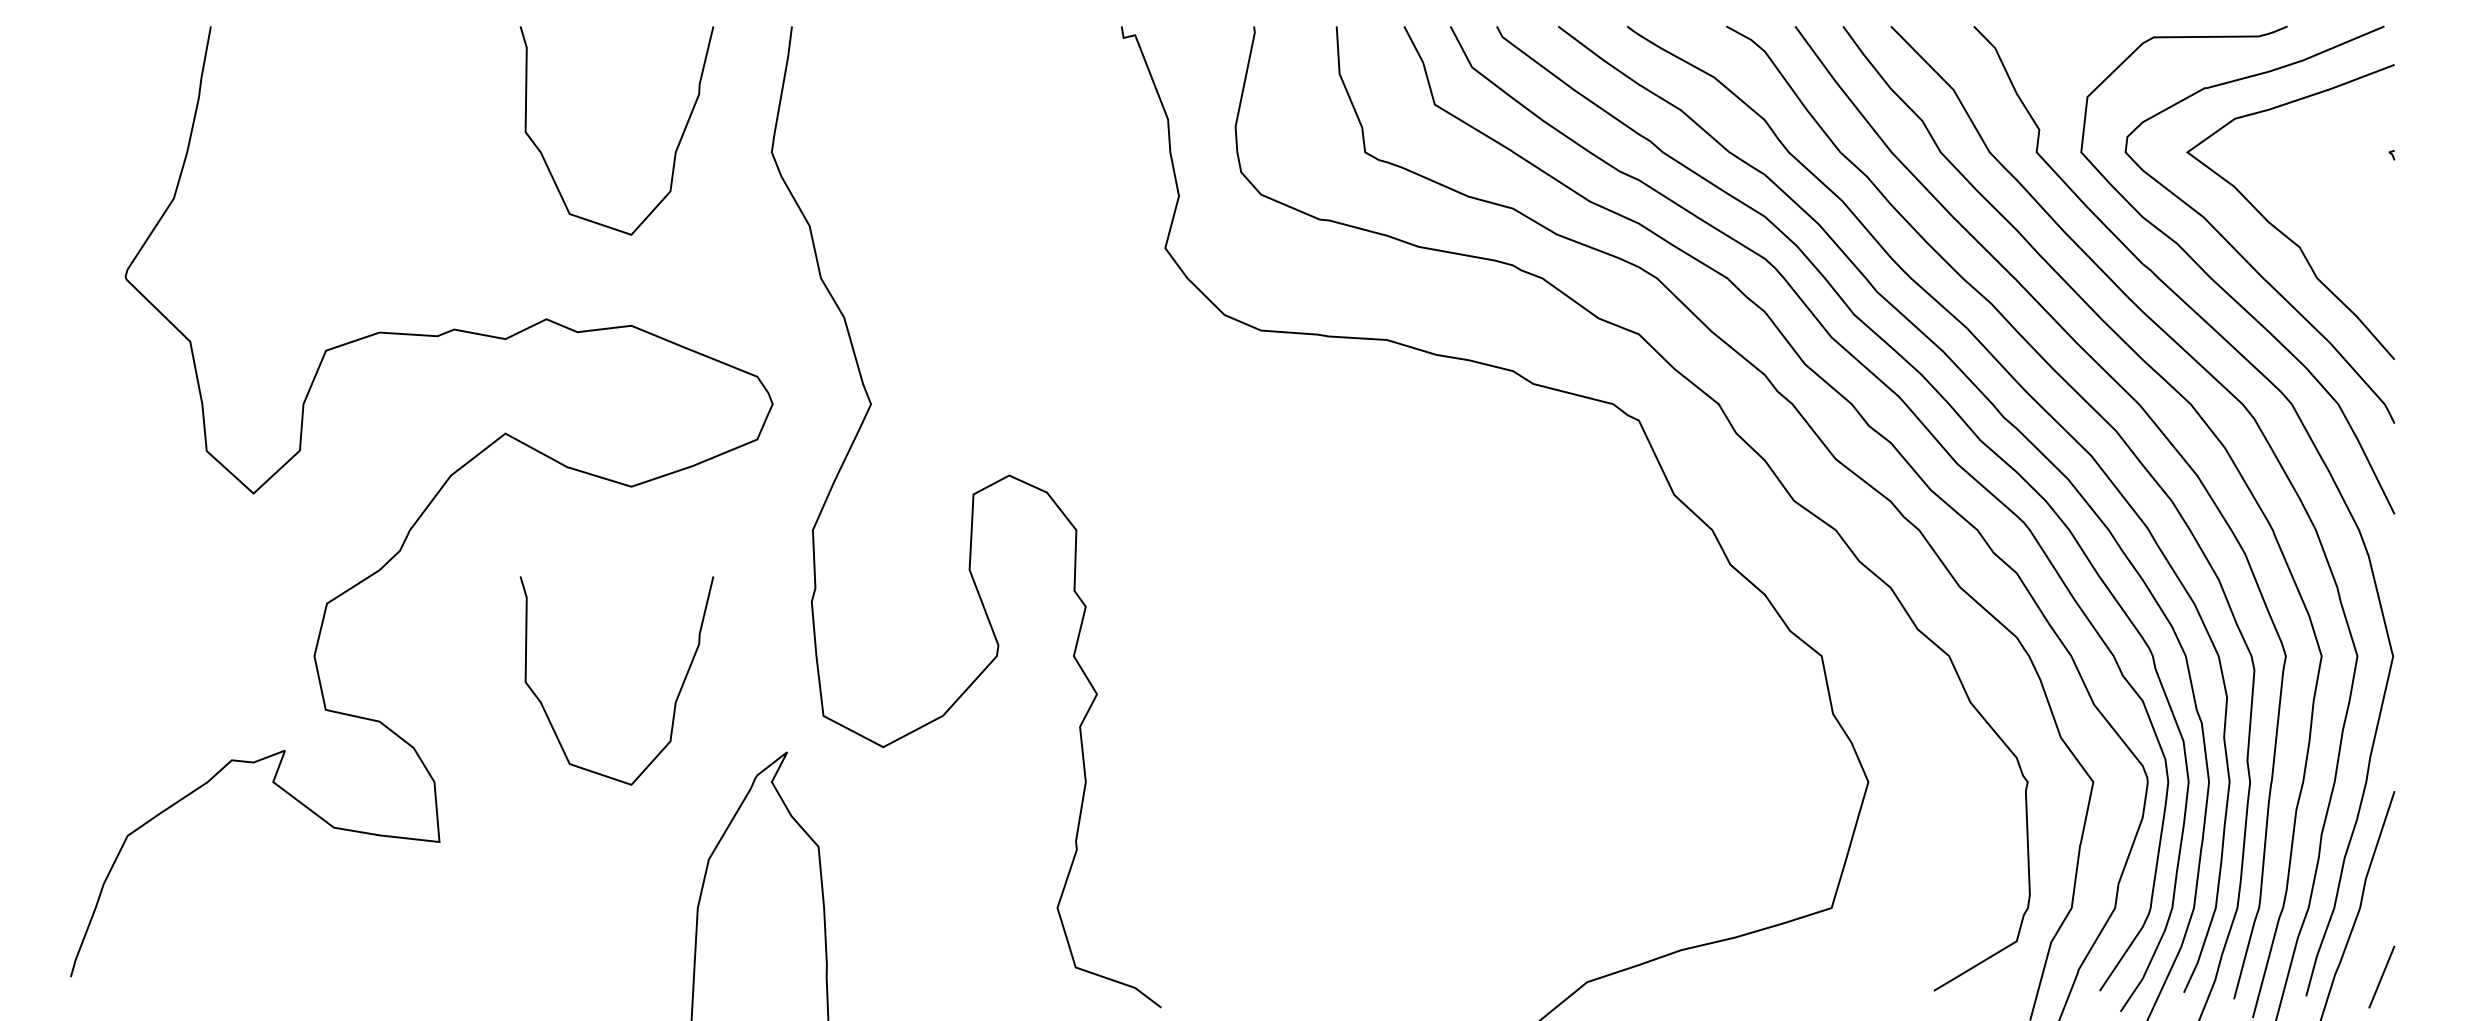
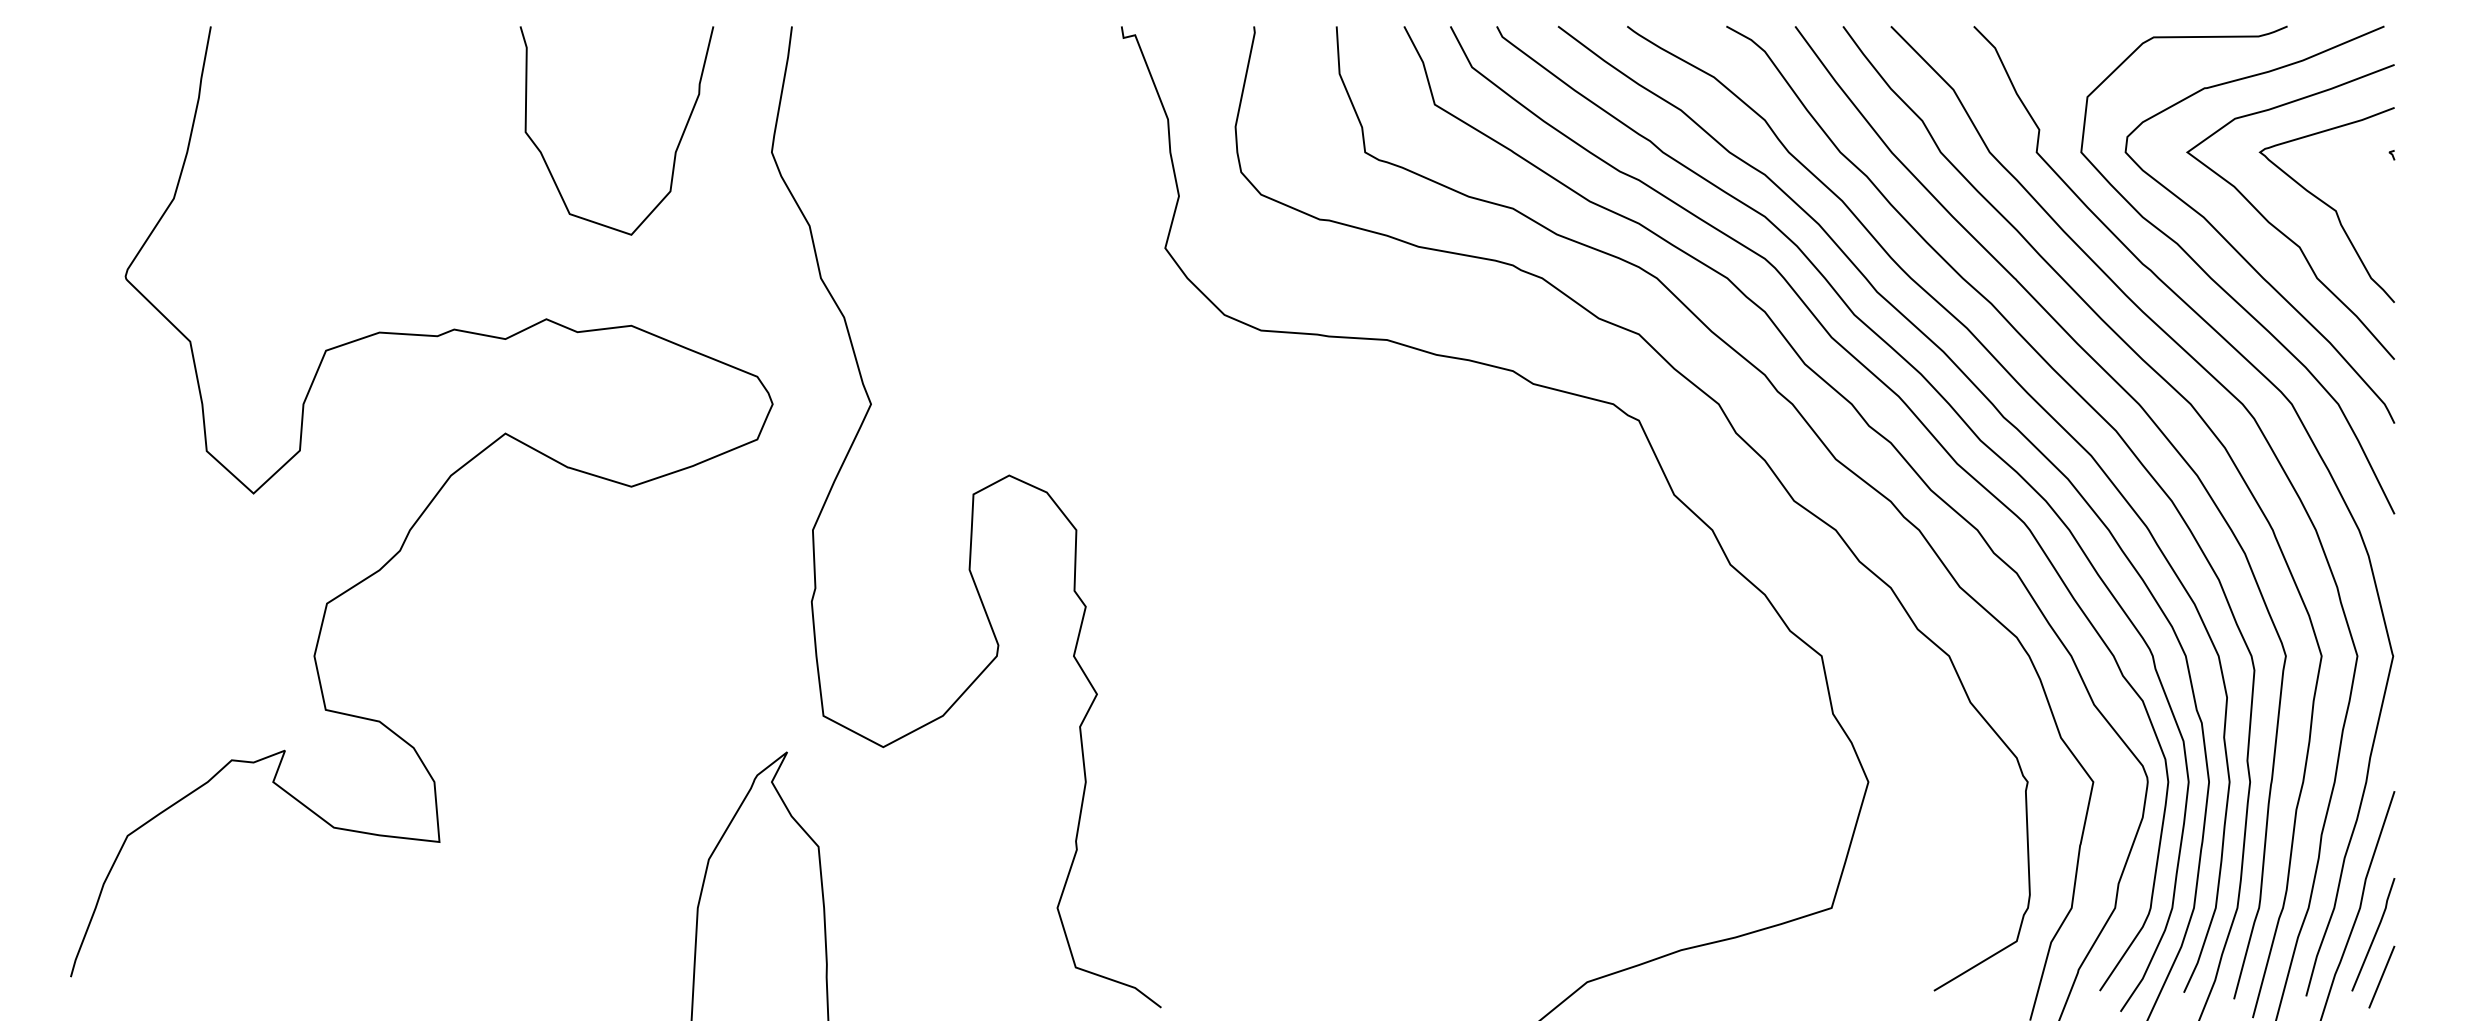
curve at (2326, 204): none -> present
curve at (675, 699): present -> none
line at (2374, 934): none -> present
